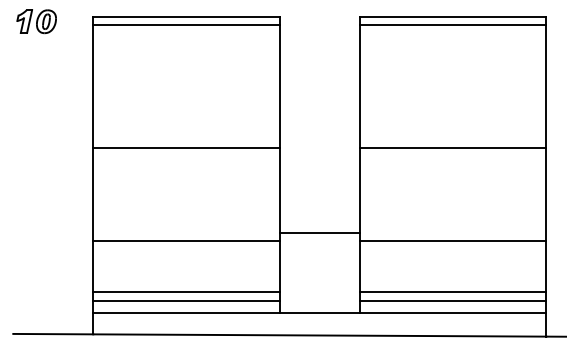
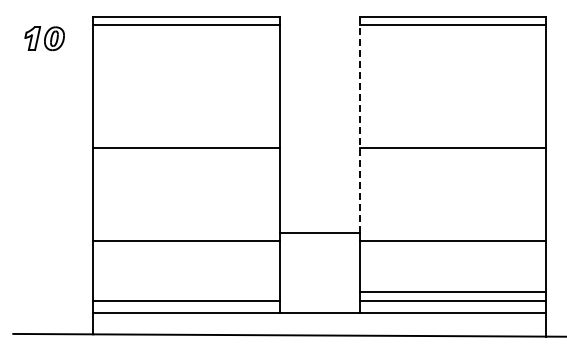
part at (36, 21) position: (36, 21) -> (44, 38)
line at (359, 124): solid -> dashed
line at (186, 291): present -> none
